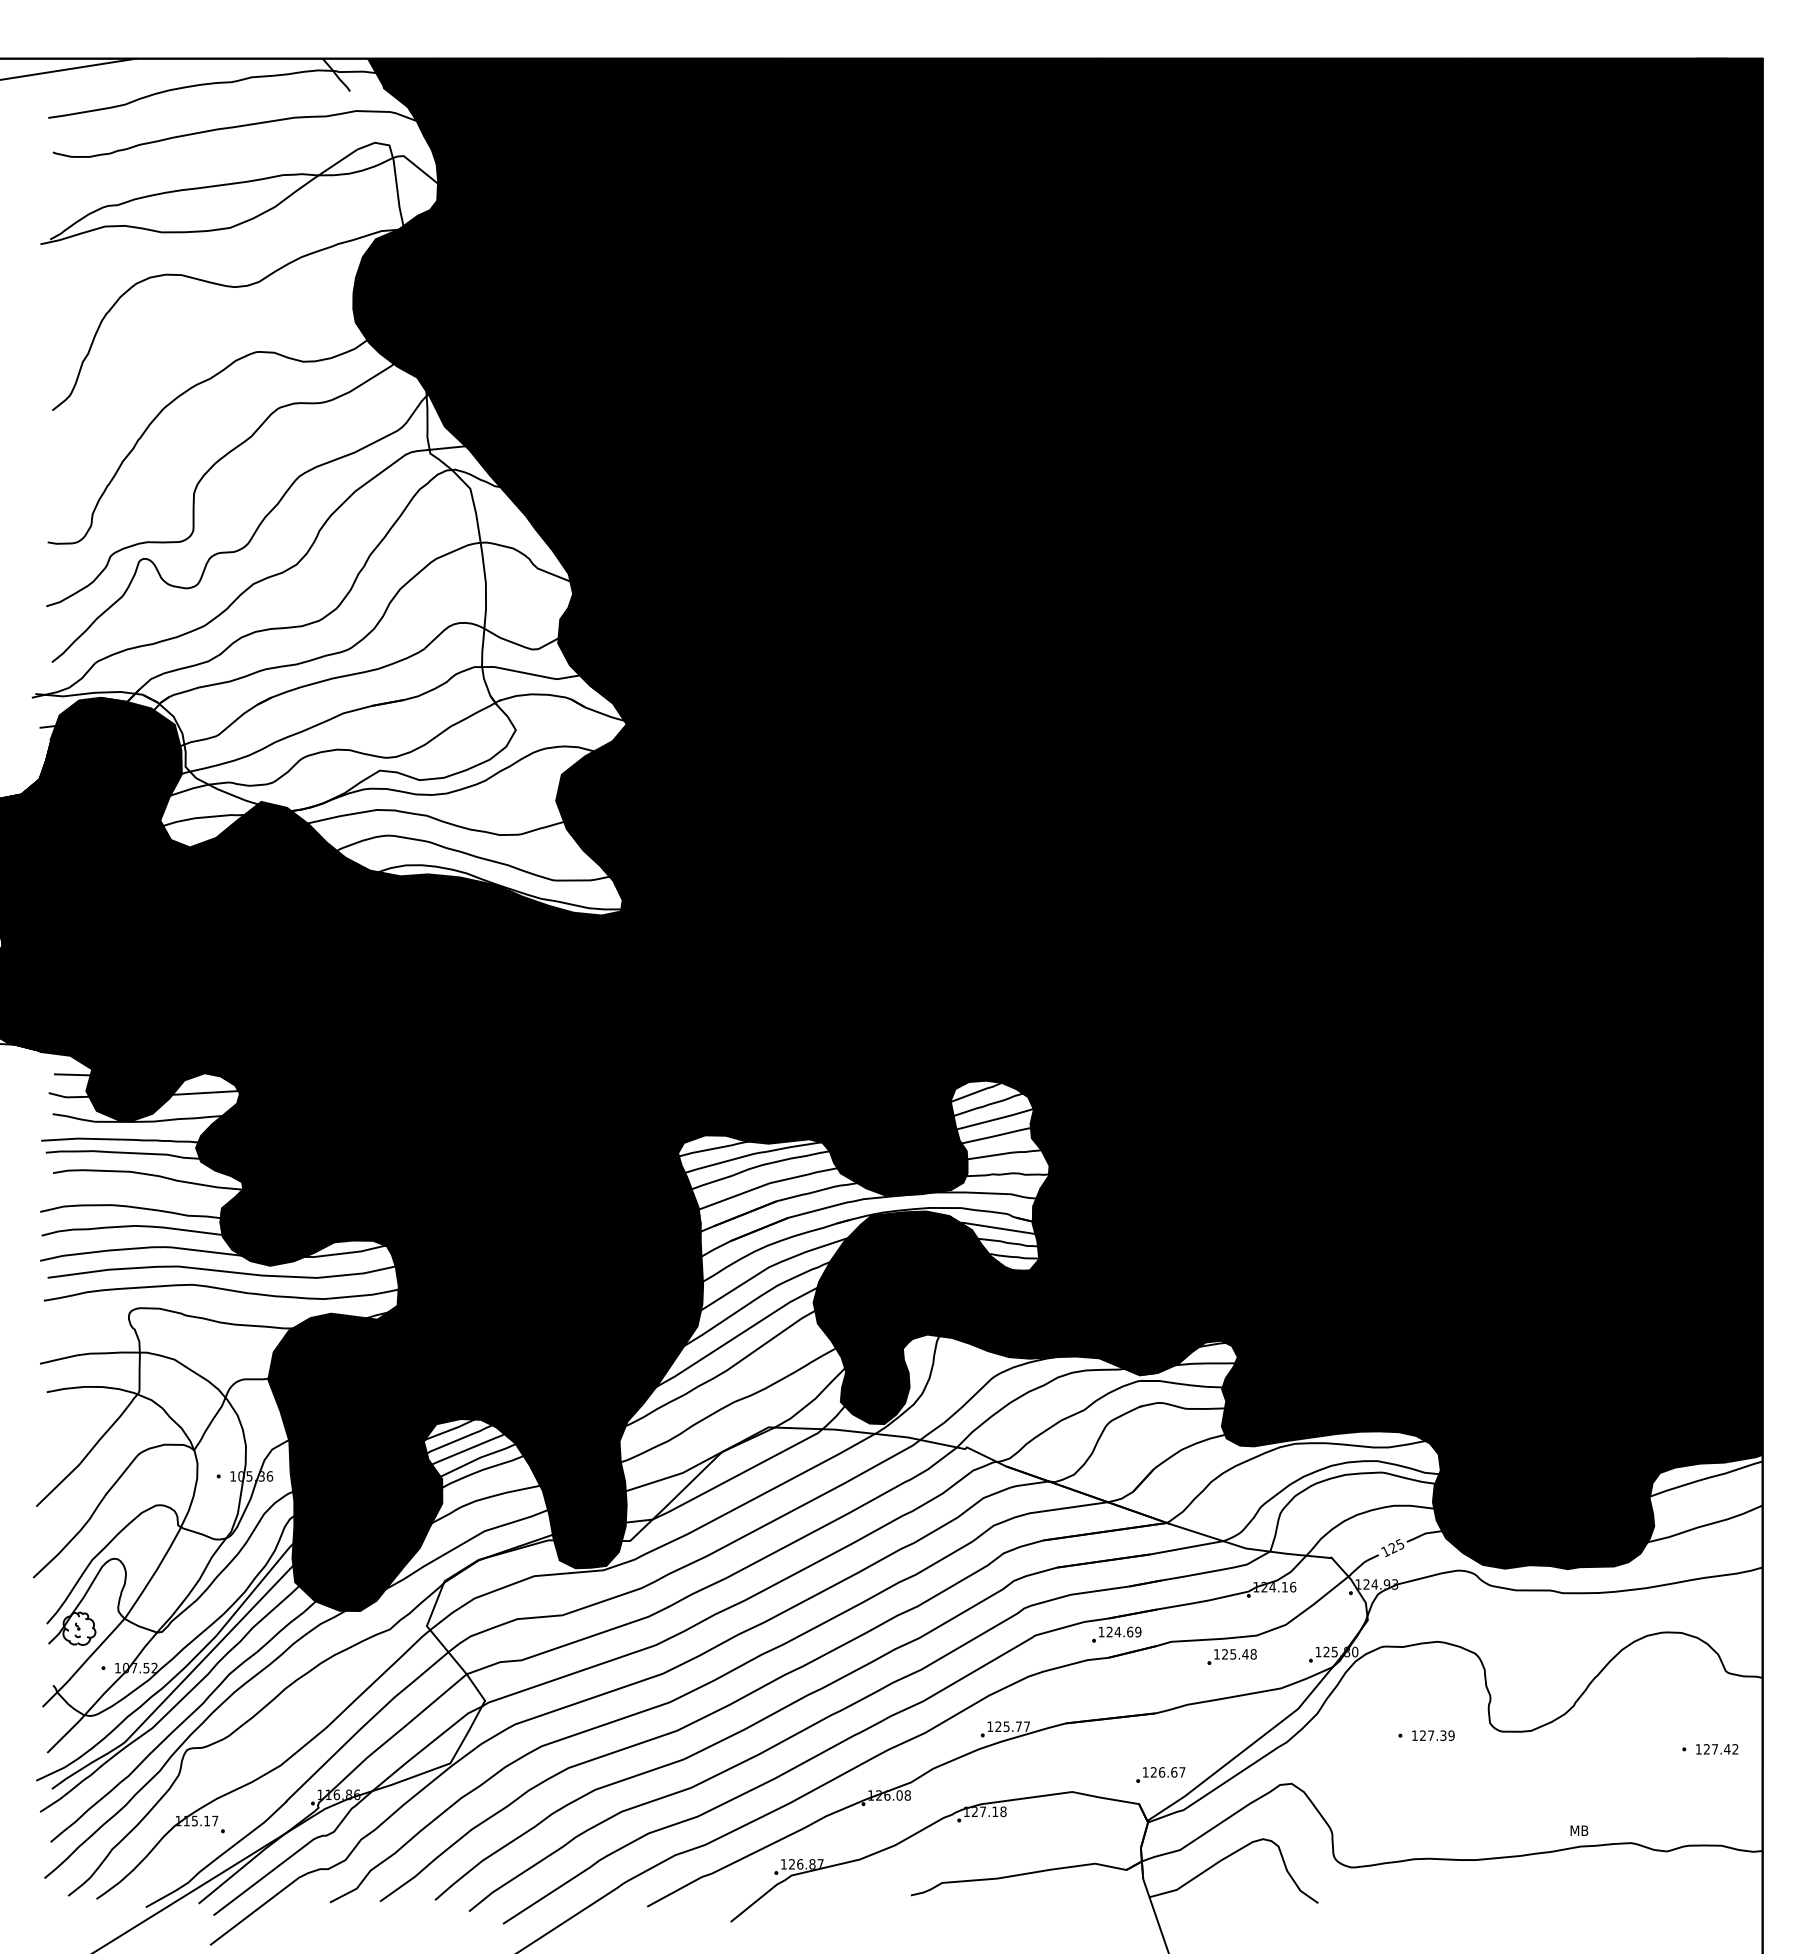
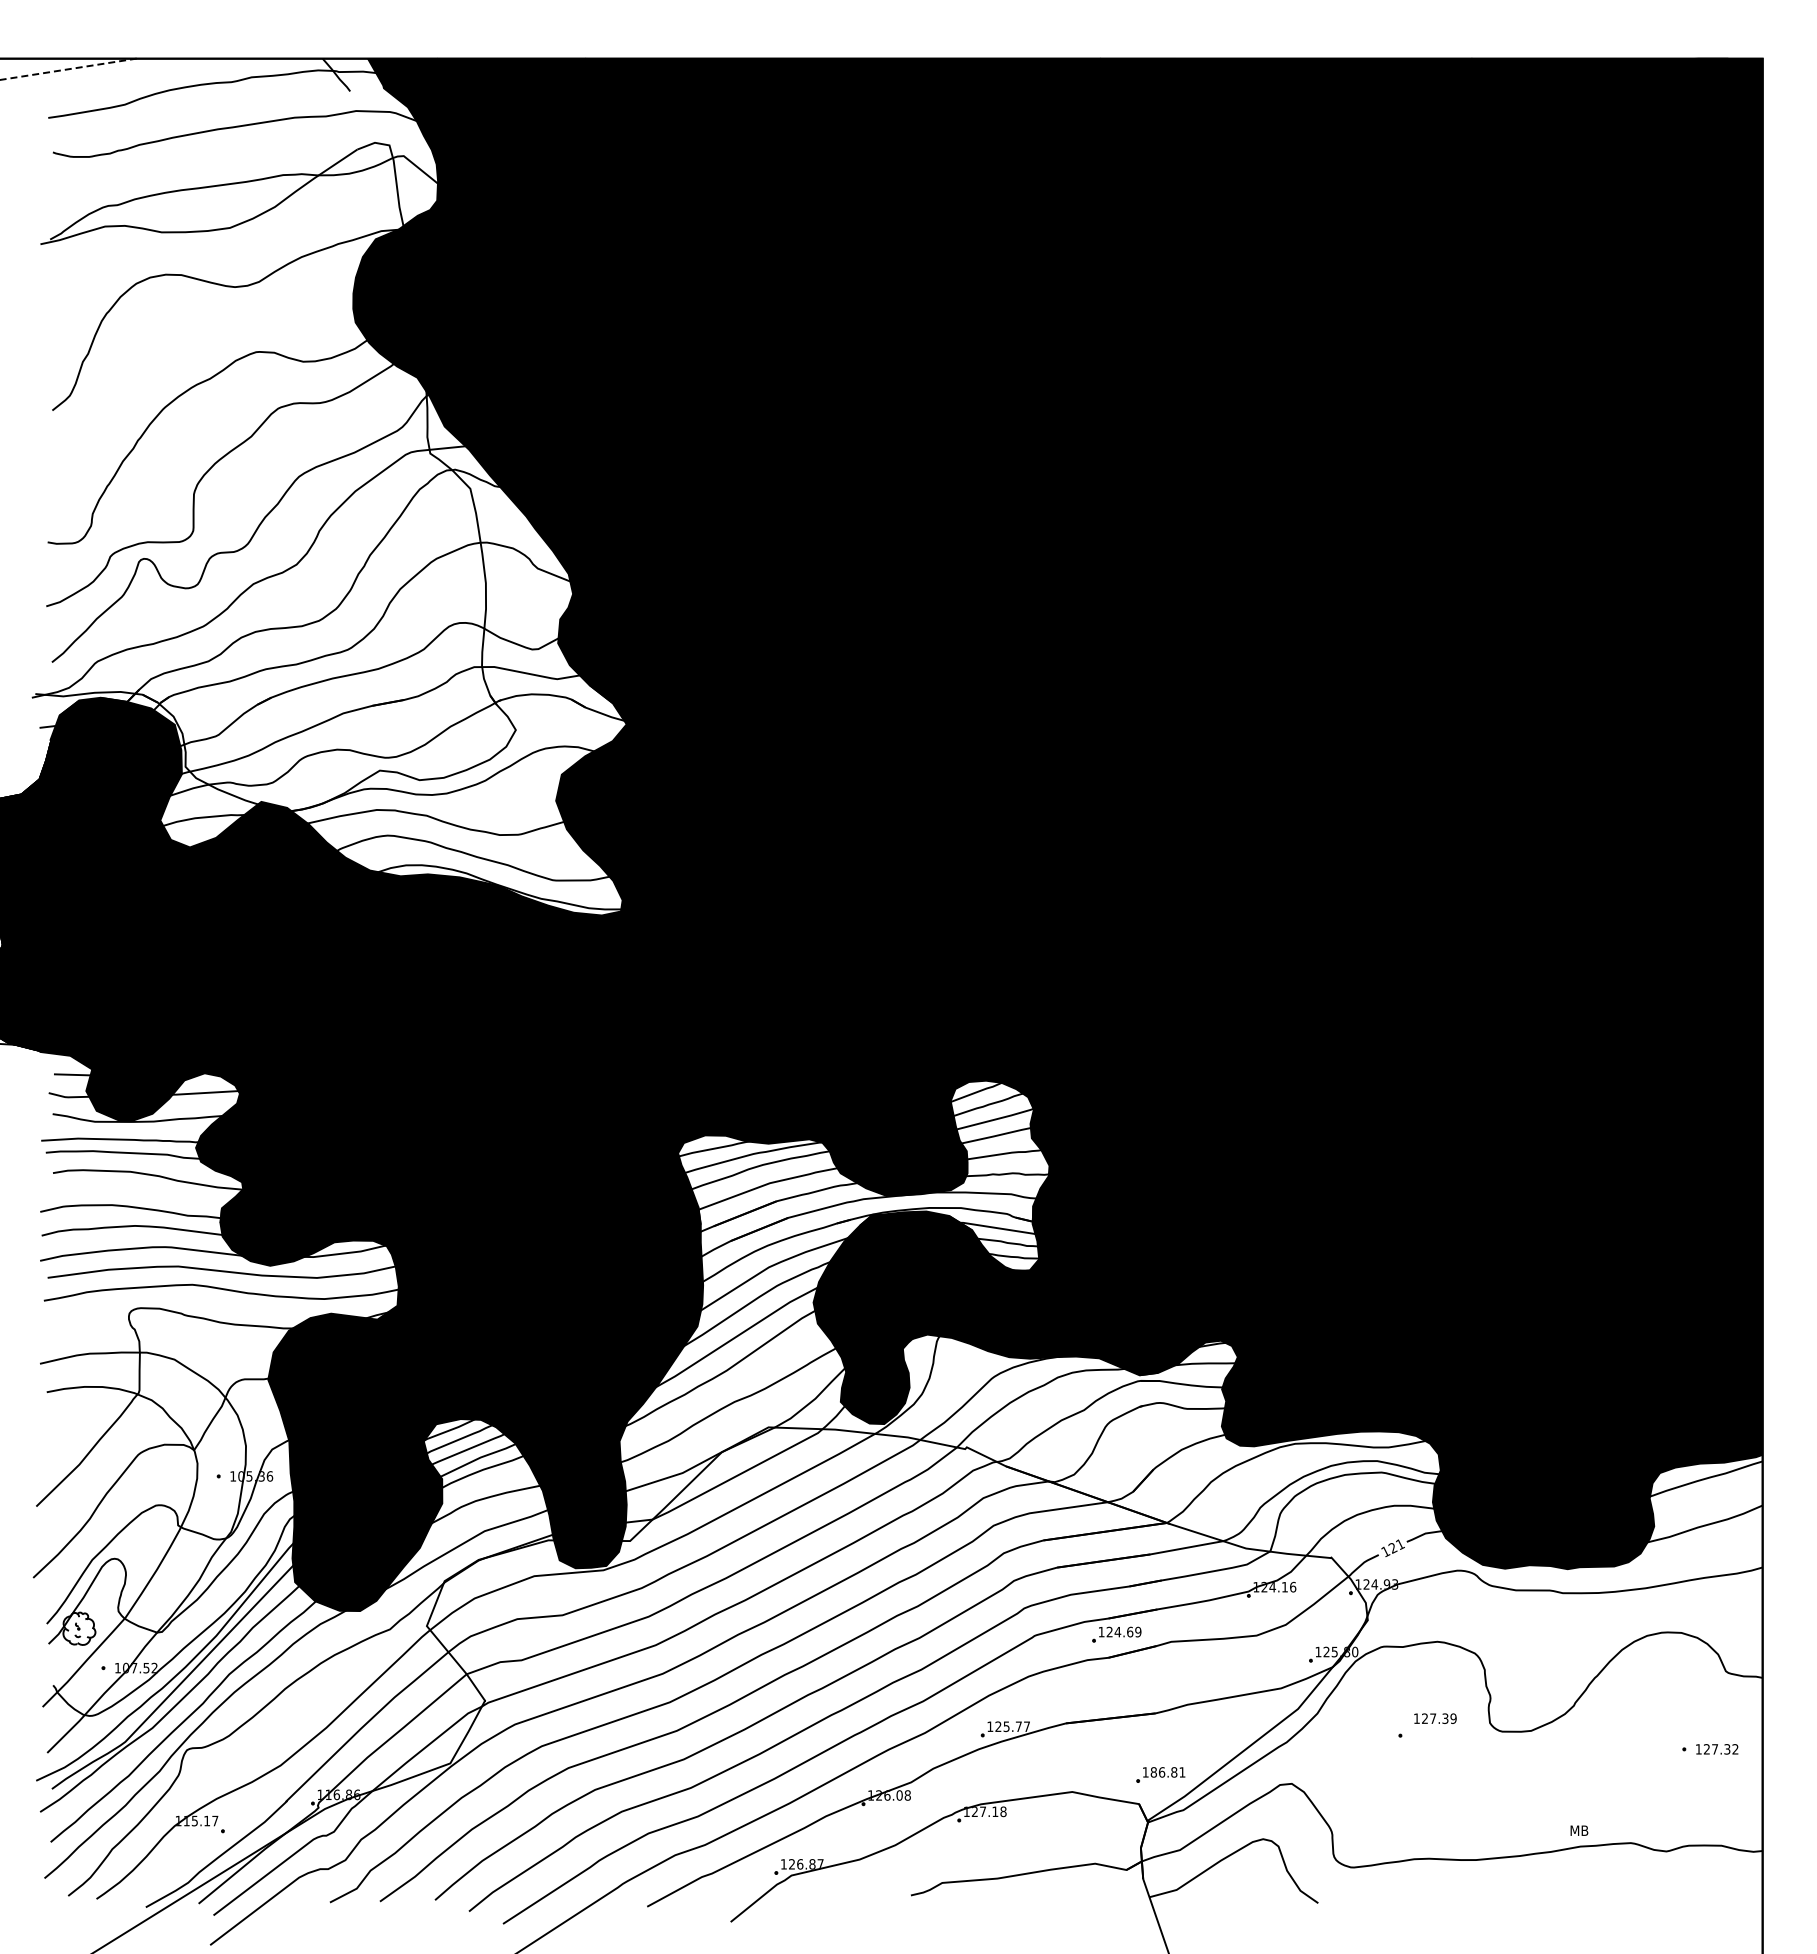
line at (68, 69): solid -> dashed
text at (1400, 1544): 125 -> 121
part at (1231, 1656): present -> none
text at (1433, 1735) position: (1433, 1735) -> (1435, 1718)
text at (1727, 1749): 127.42 -> 127.32
text at (1167, 1772): 126.67 -> 186.81
